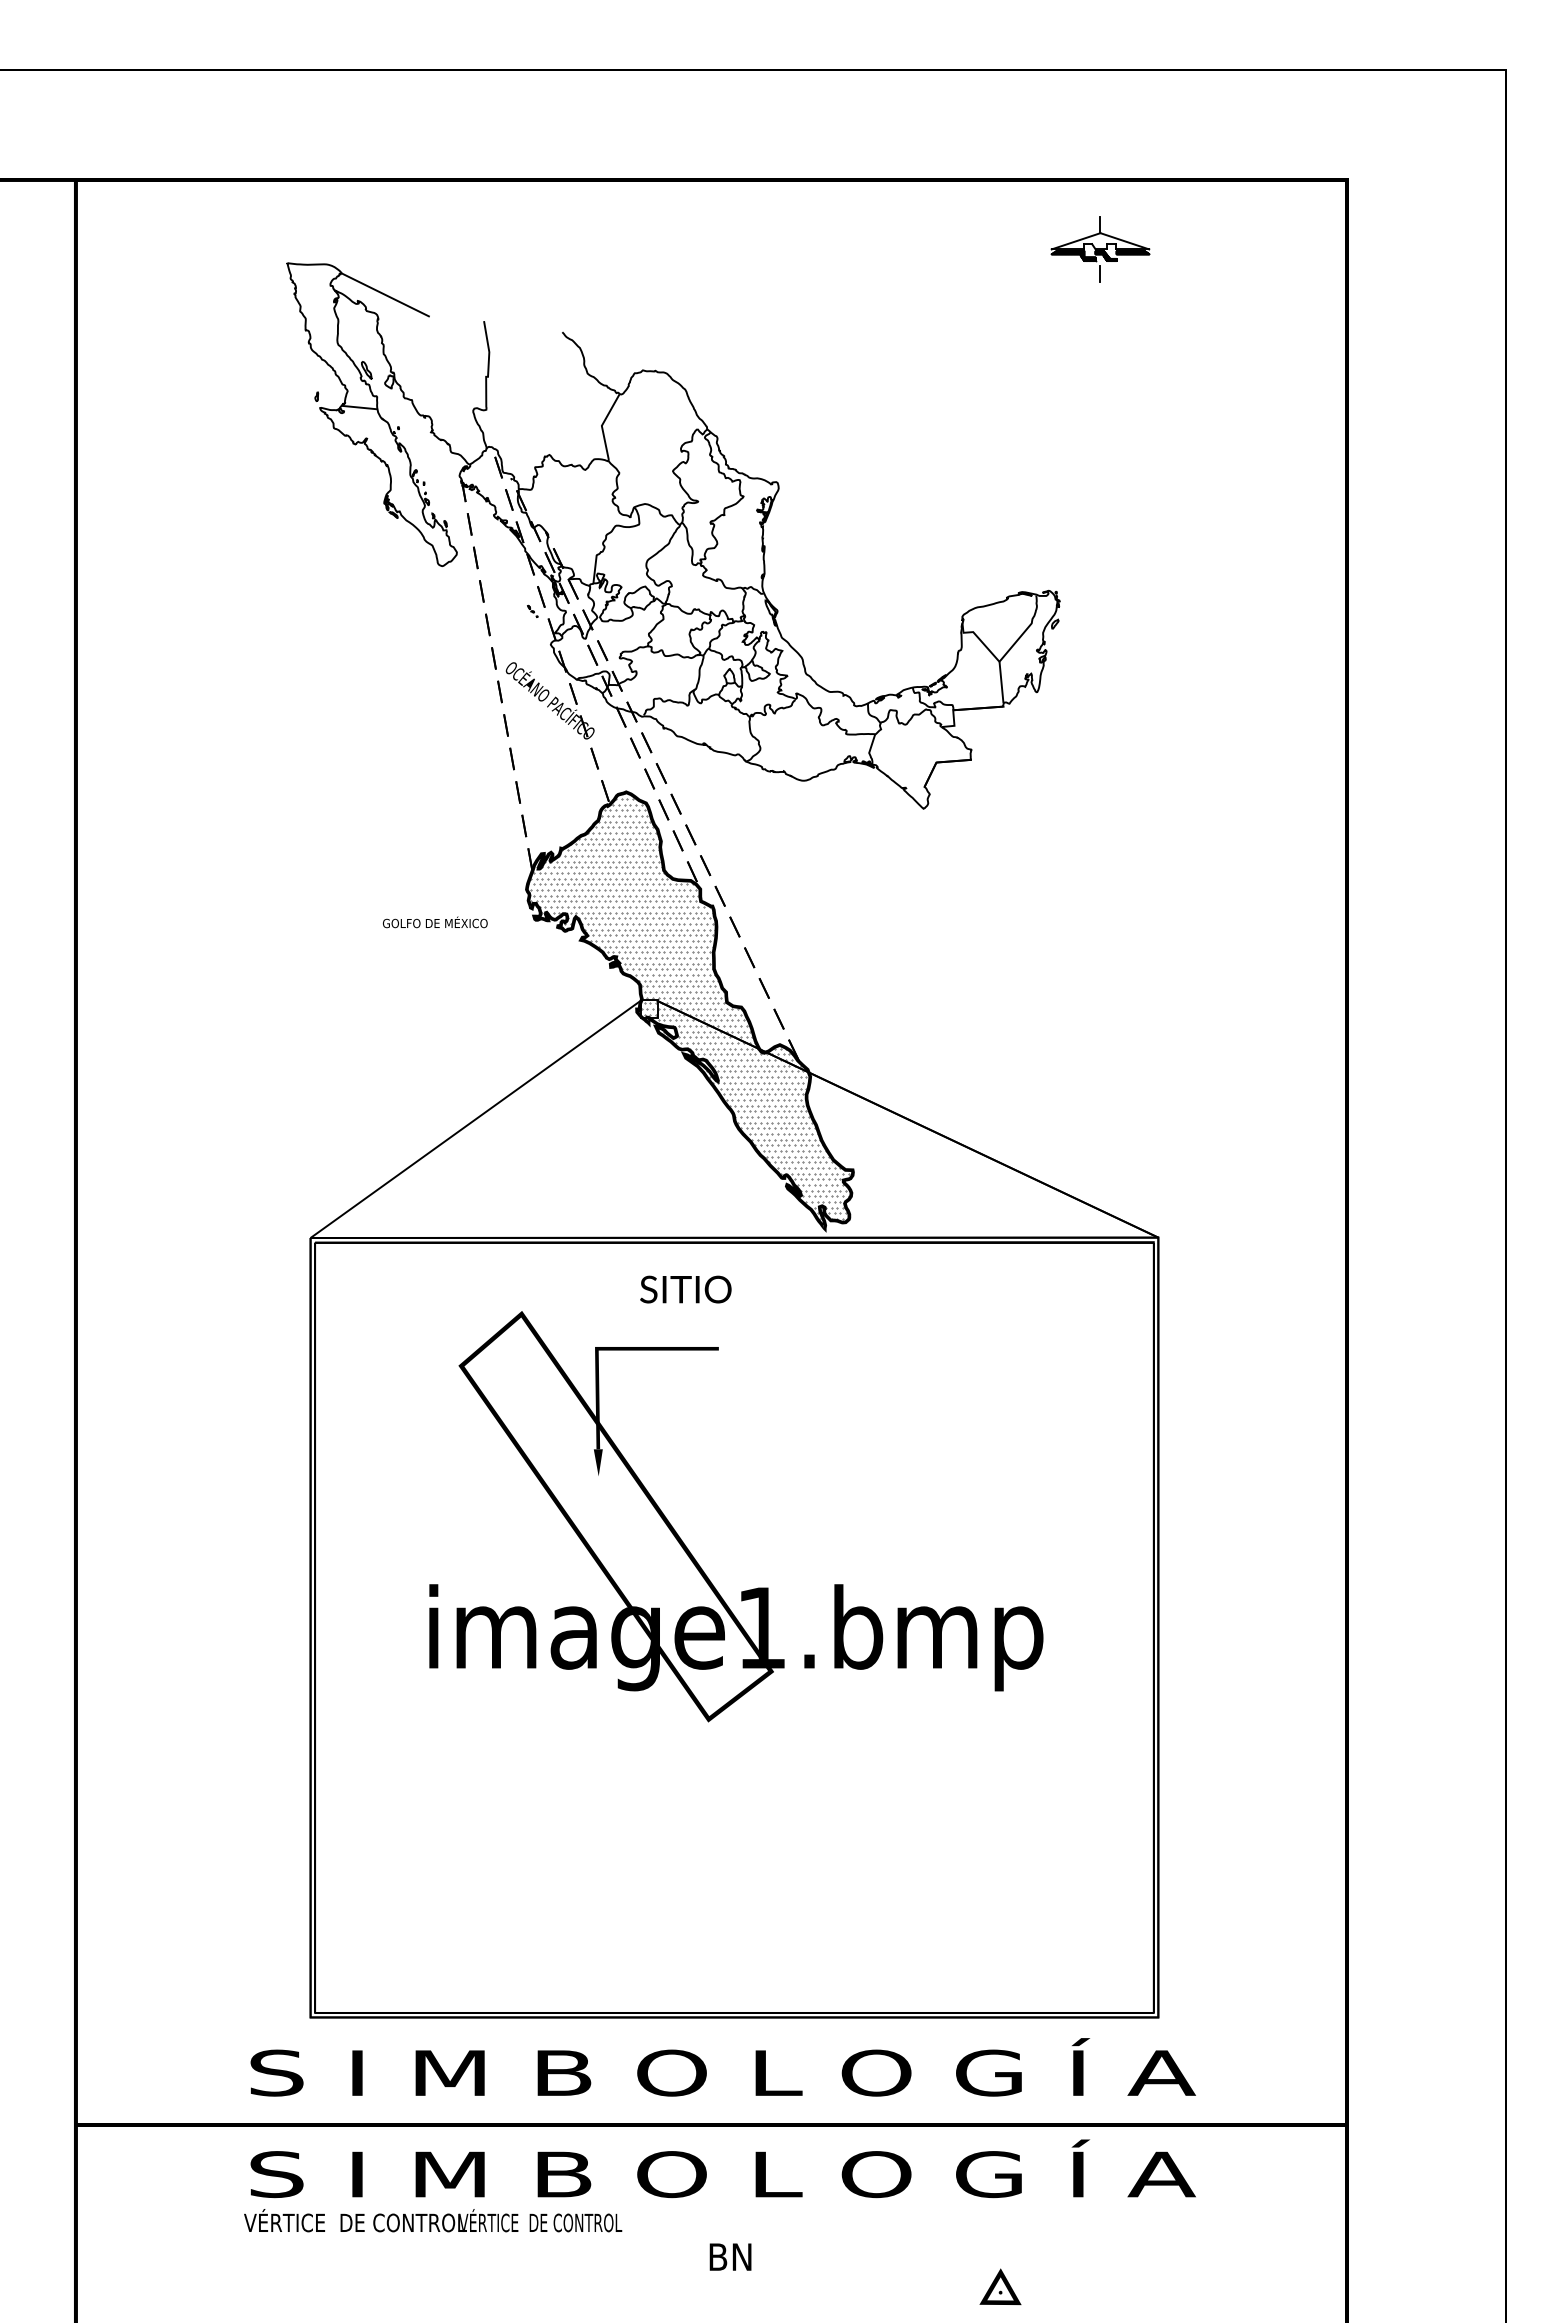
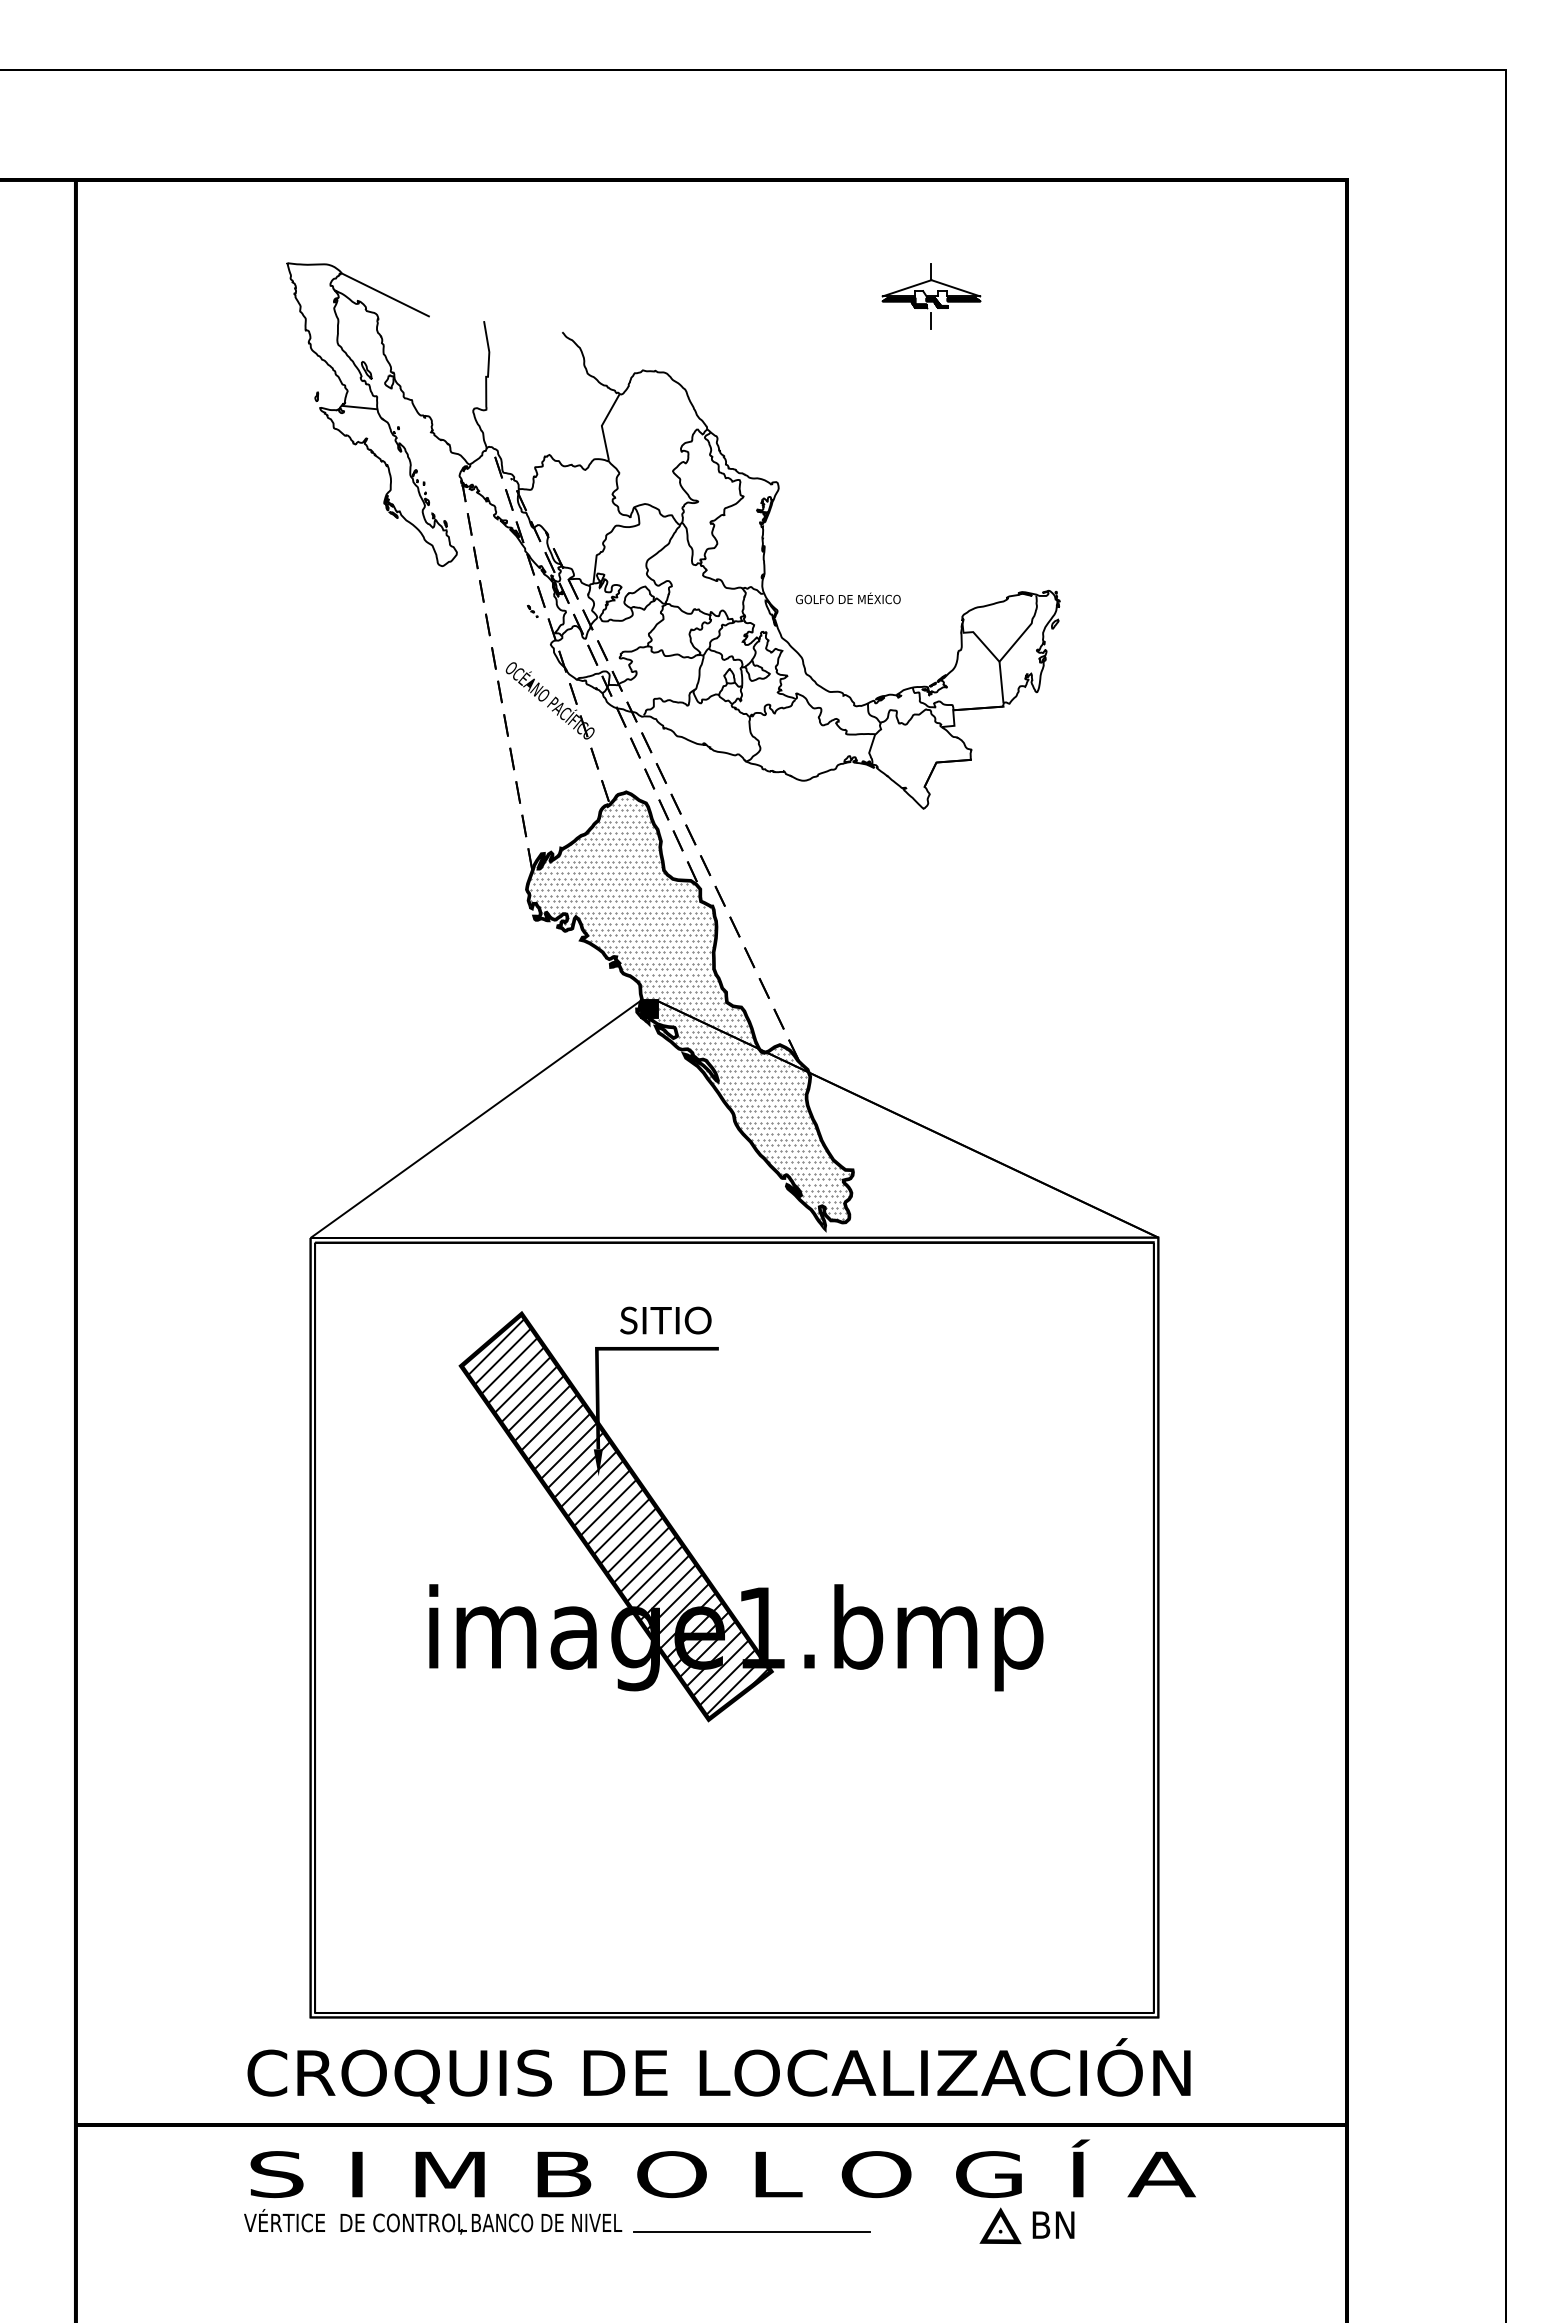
part at (1100, 249) position: (1100, 249) -> (931, 296)
text at (434, 922) position: (434, 922) -> (847, 598)
fill at (649, 1008): none -> present
text at (685, 1289) position: (685, 1289) -> (665, 1320)
hatch at (617, 1516): none -> present
text at (721, 2070): S I M B O L O G Í A -> CROQUIS DE LOCALIZACIÓN
text at (538, 2221): VÉRTICE  DE CONTROL -> , BANCO DE NIVEL
line at (751, 2232): none -> present
text at (730, 2256) position: (730, 2256) -> (1053, 2224)
part at (1000, 2286) position: (1000, 2286) -> (1000, 2225)
